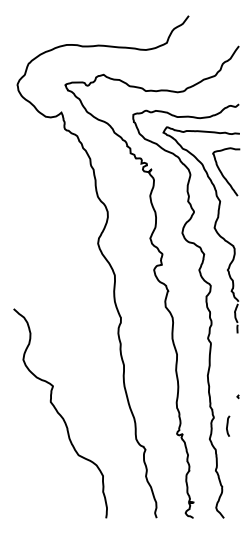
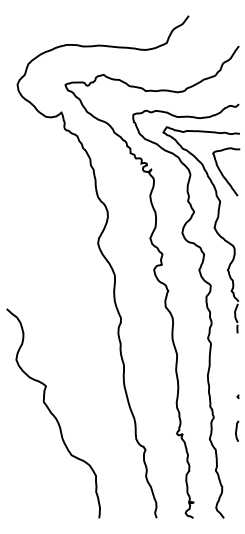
curve at (60, 413) position: (60, 413) -> (53, 413)
curve at (228, 425) position: (228, 425) -> (237, 430)
